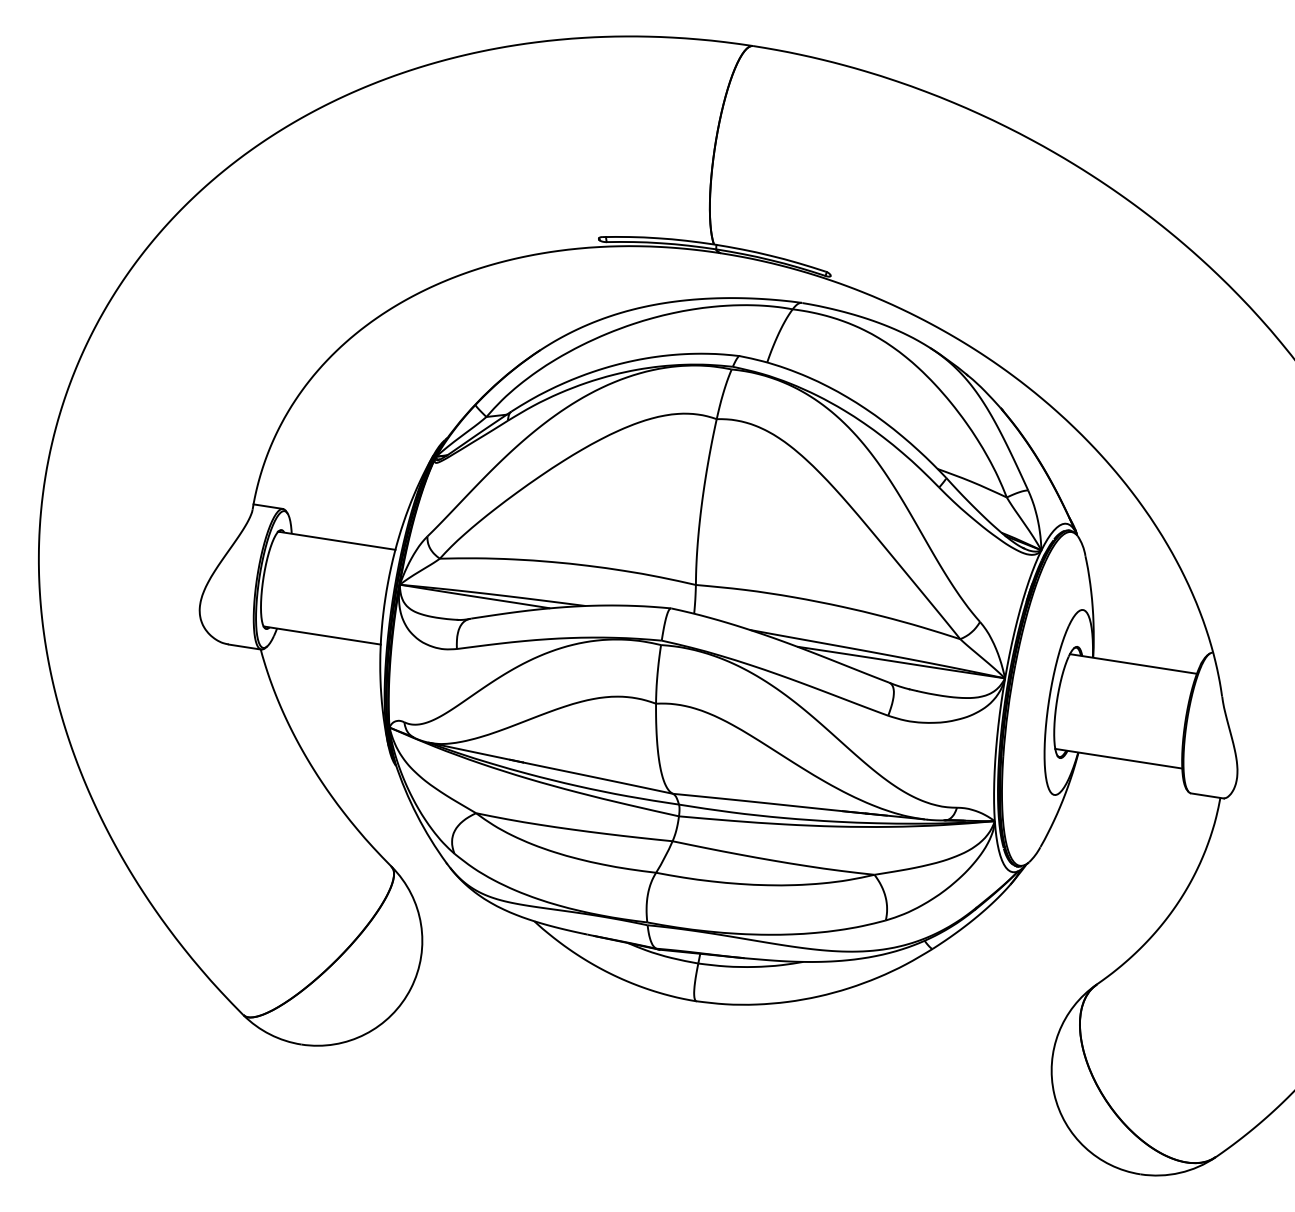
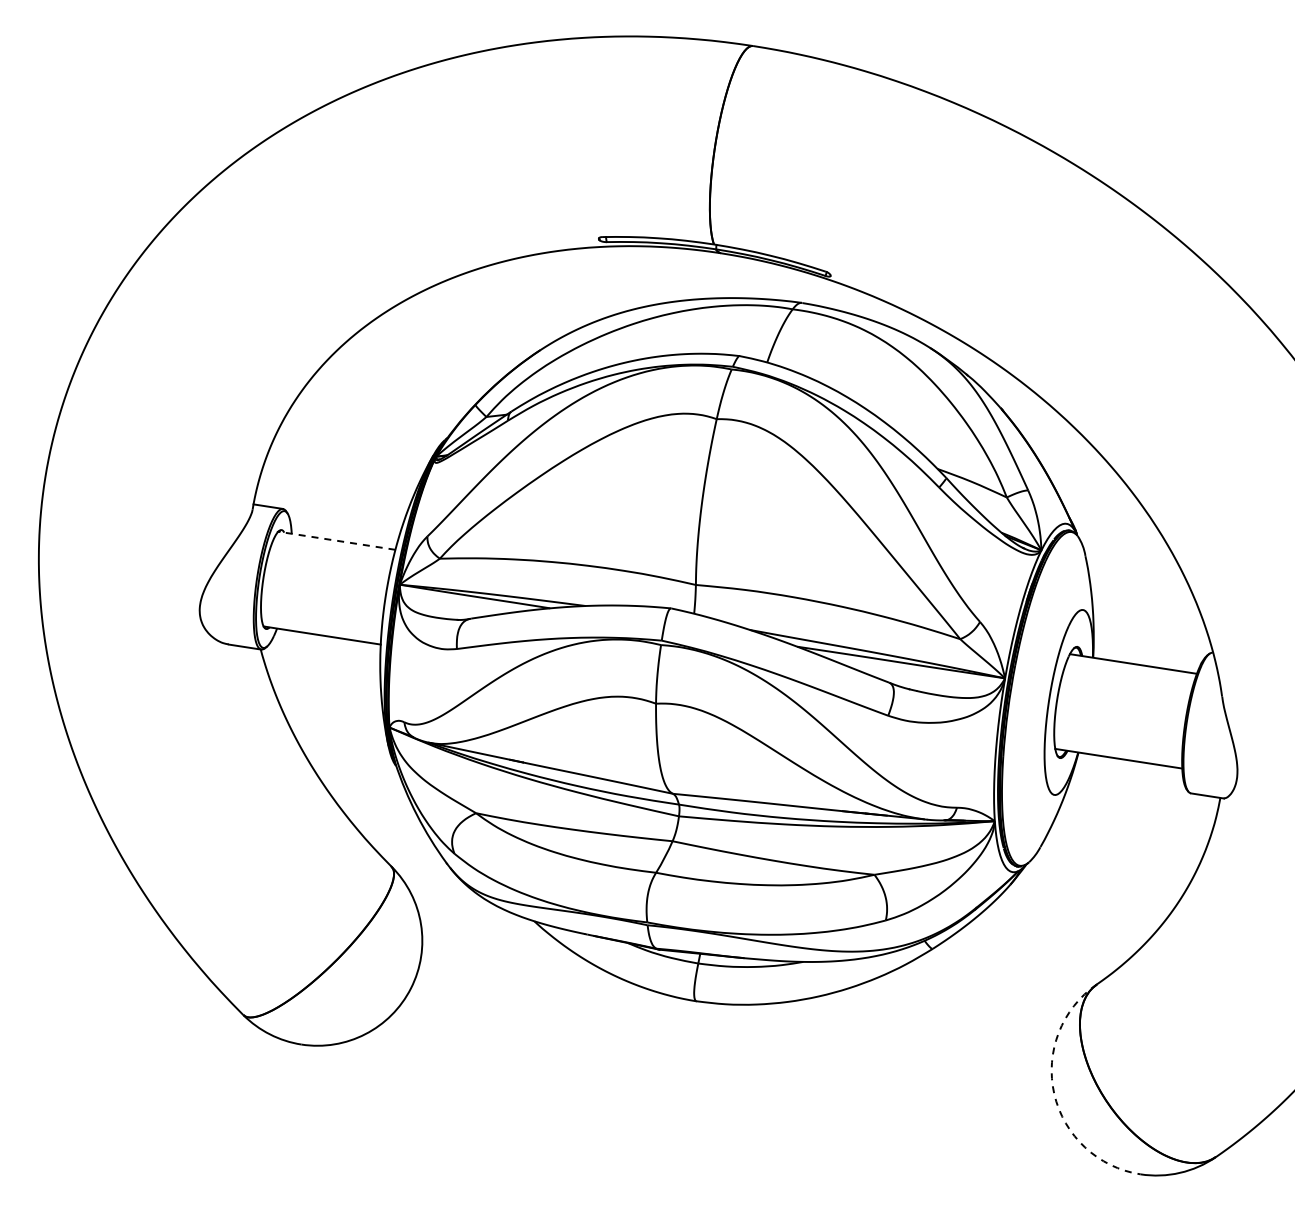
line at (336, 540): solid -> dashed
arc at (1054, 1094): solid -> dashed
